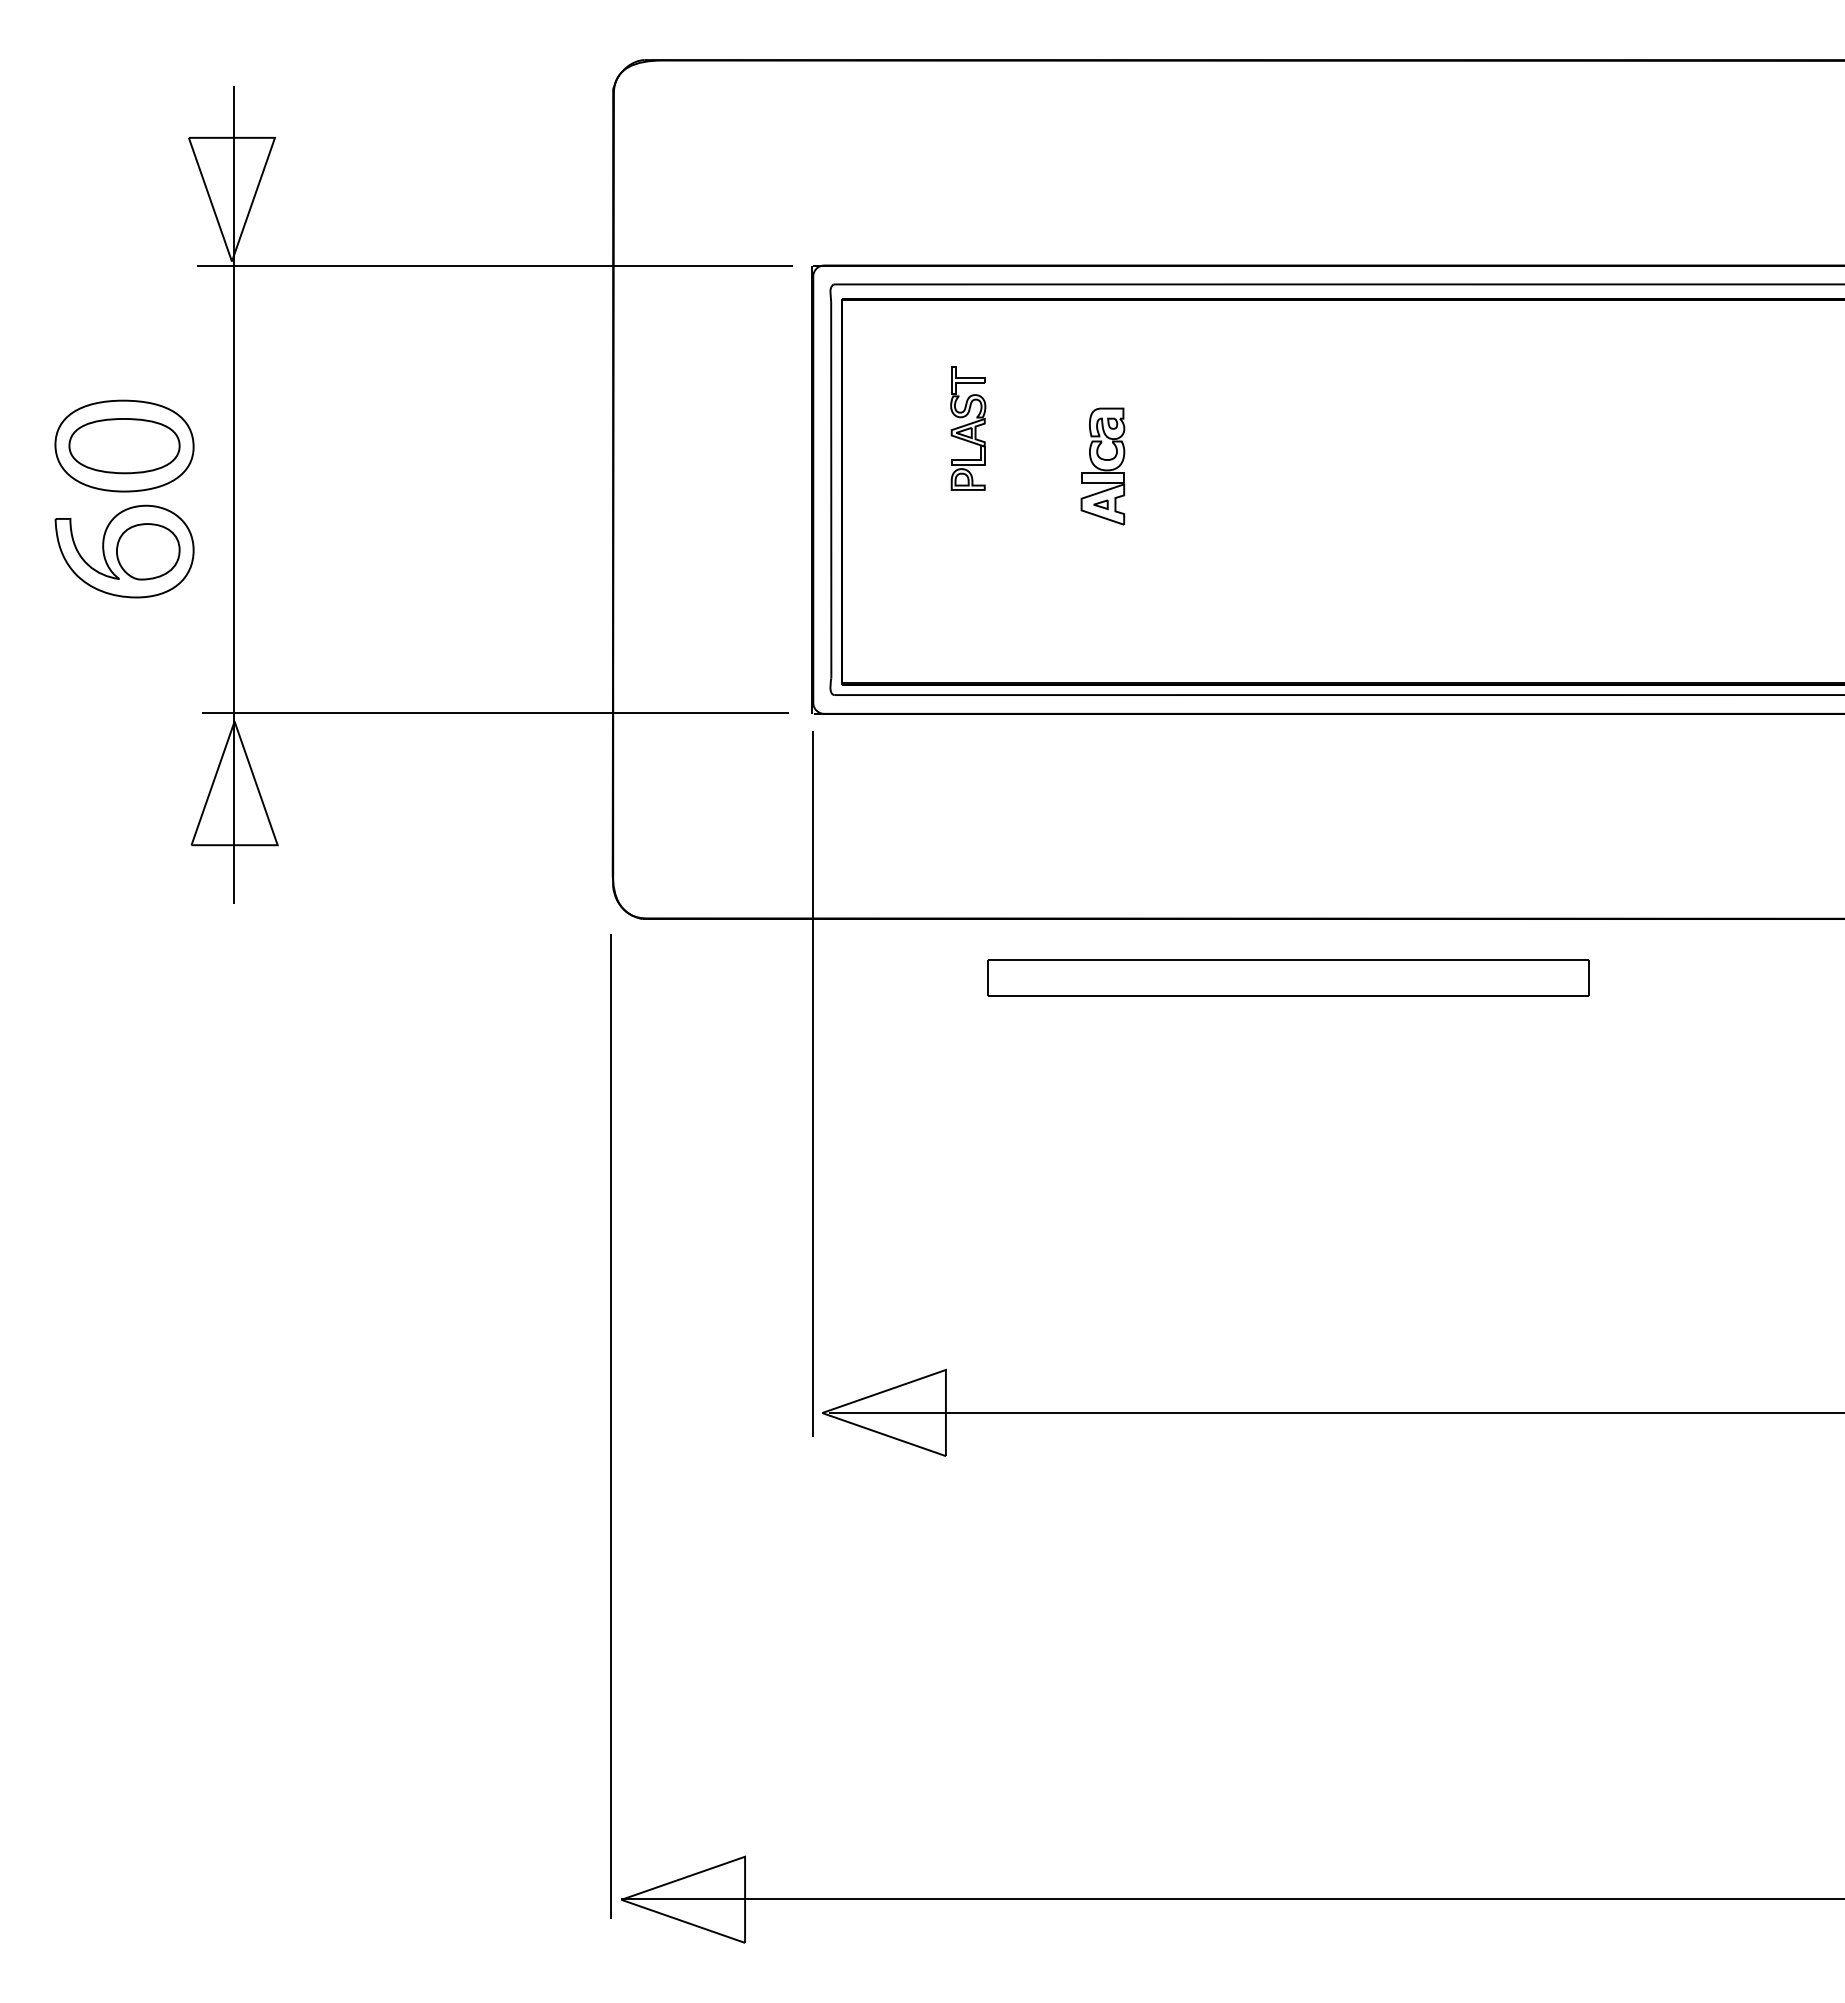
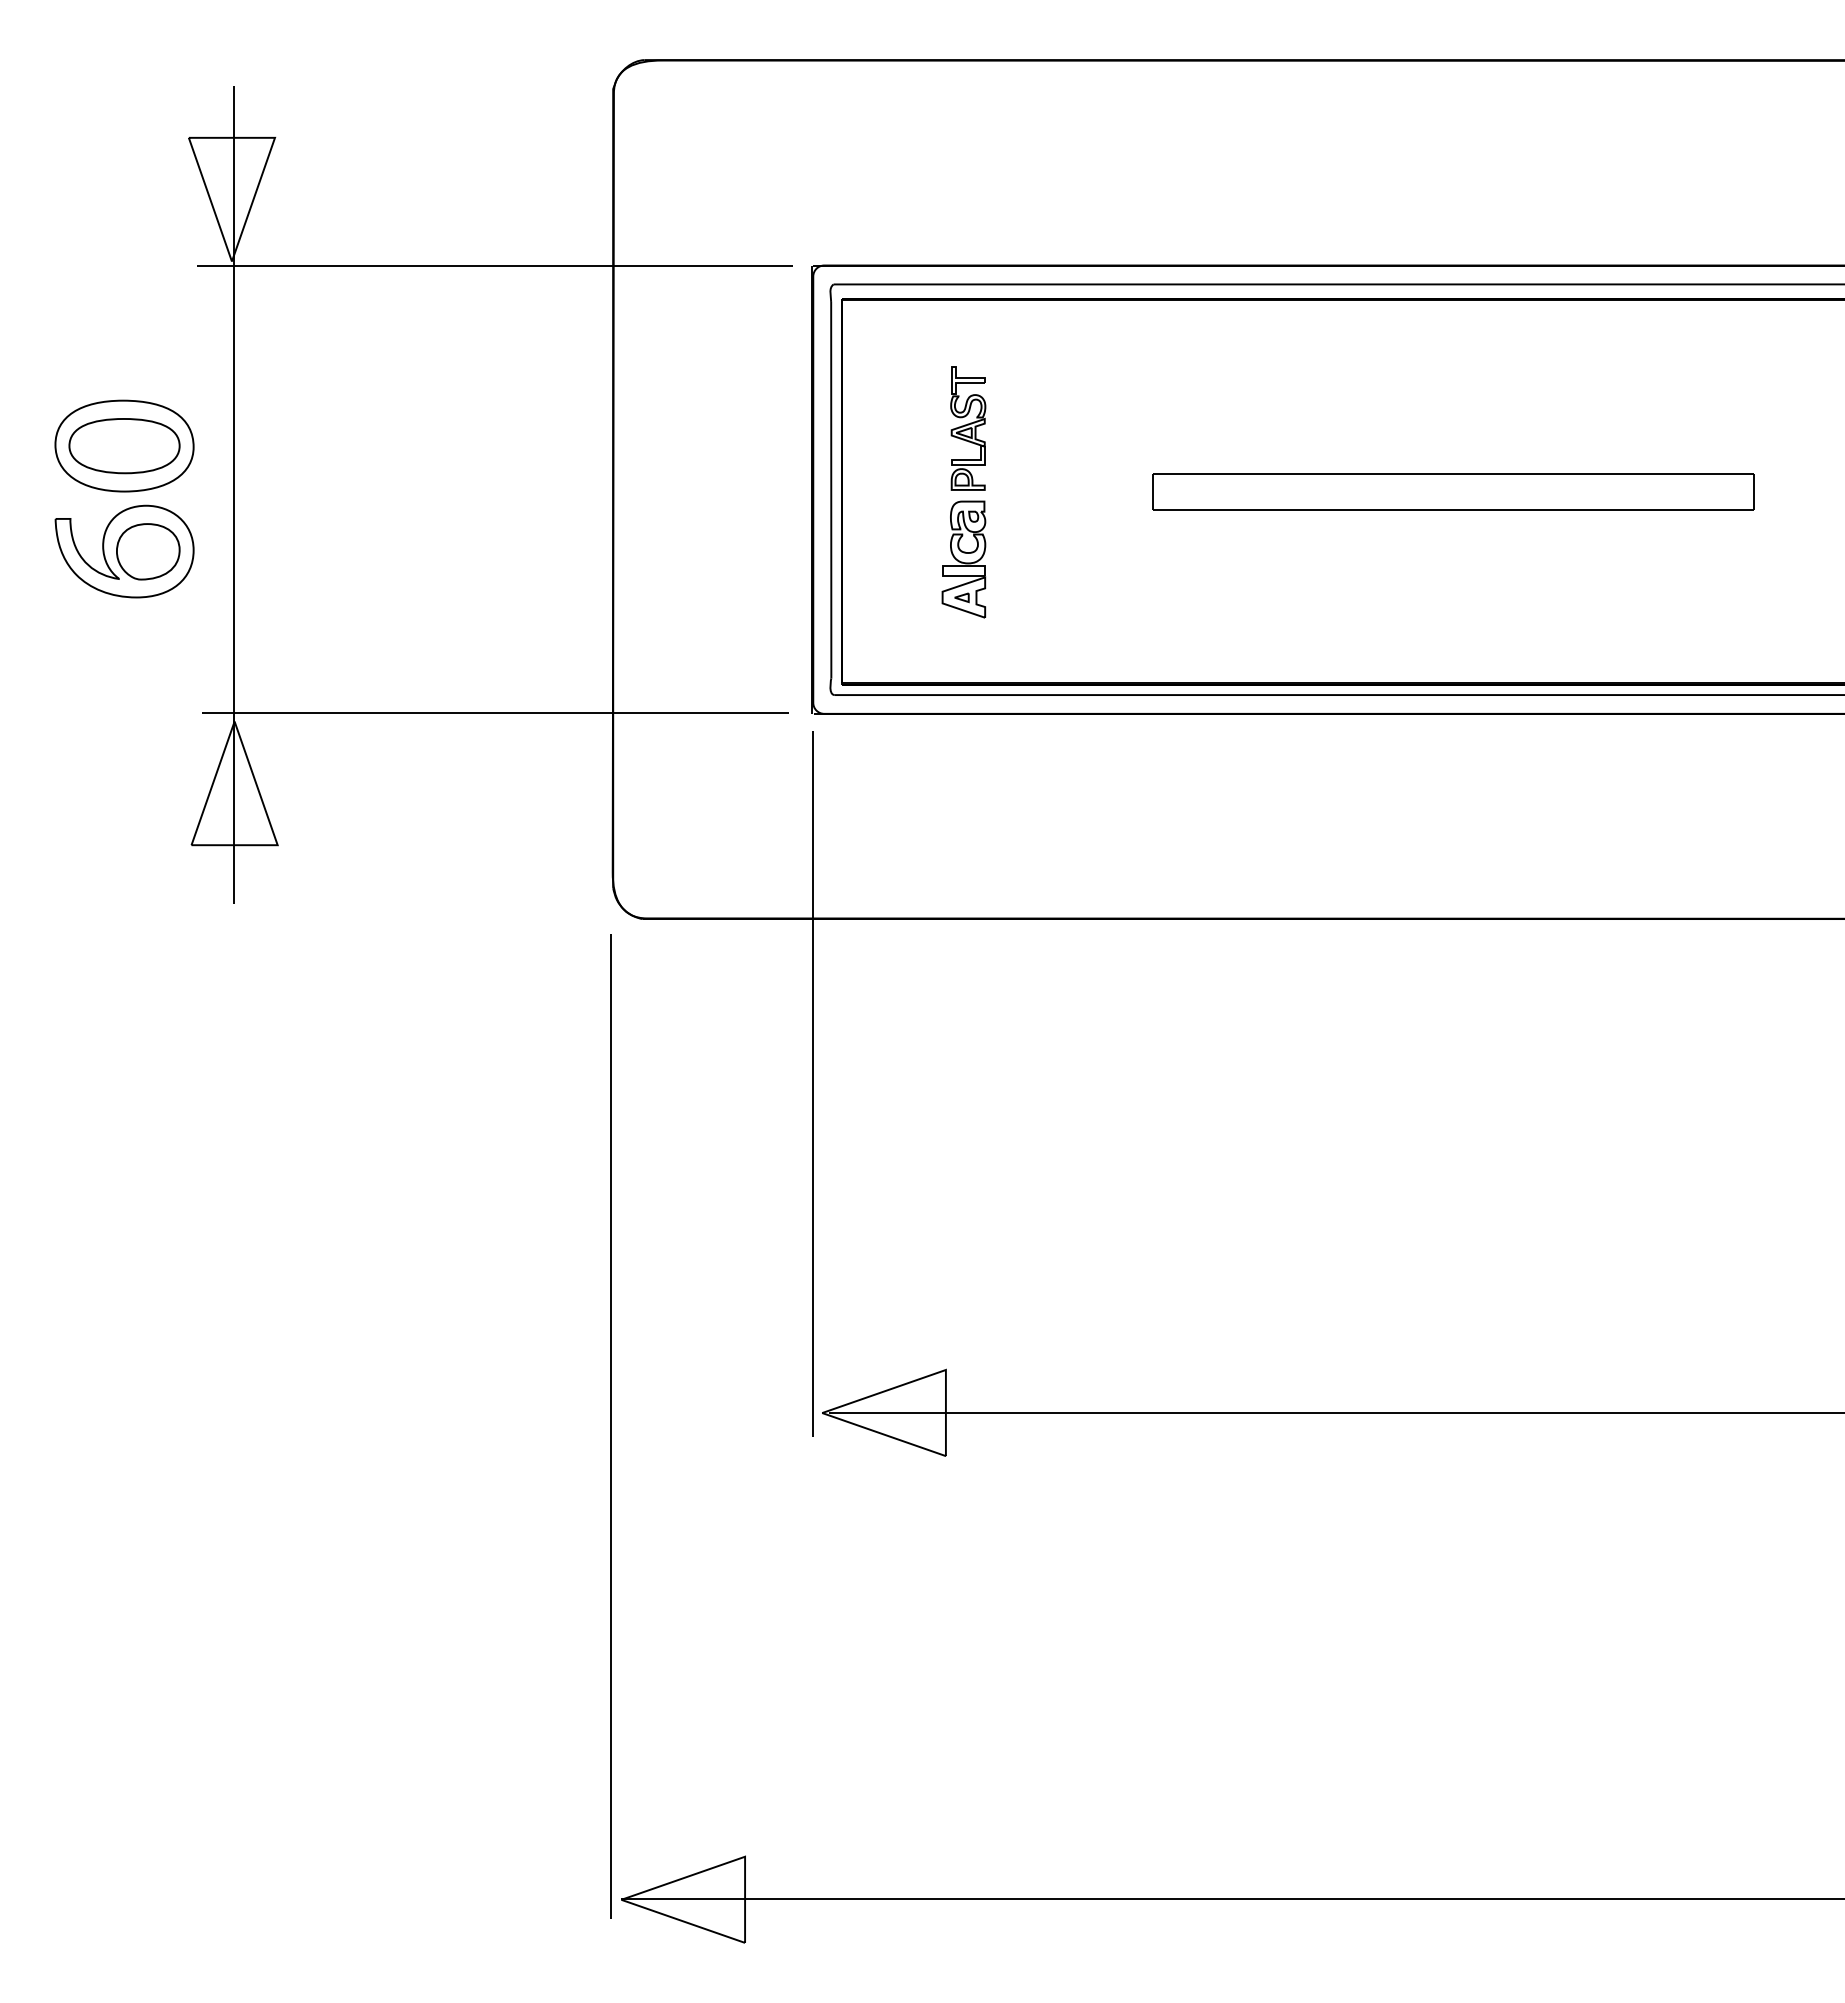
part at (1102, 466) position: (1102, 466) -> (963, 559)
part at (1288, 977) position: (1288, 977) -> (1453, 491)
